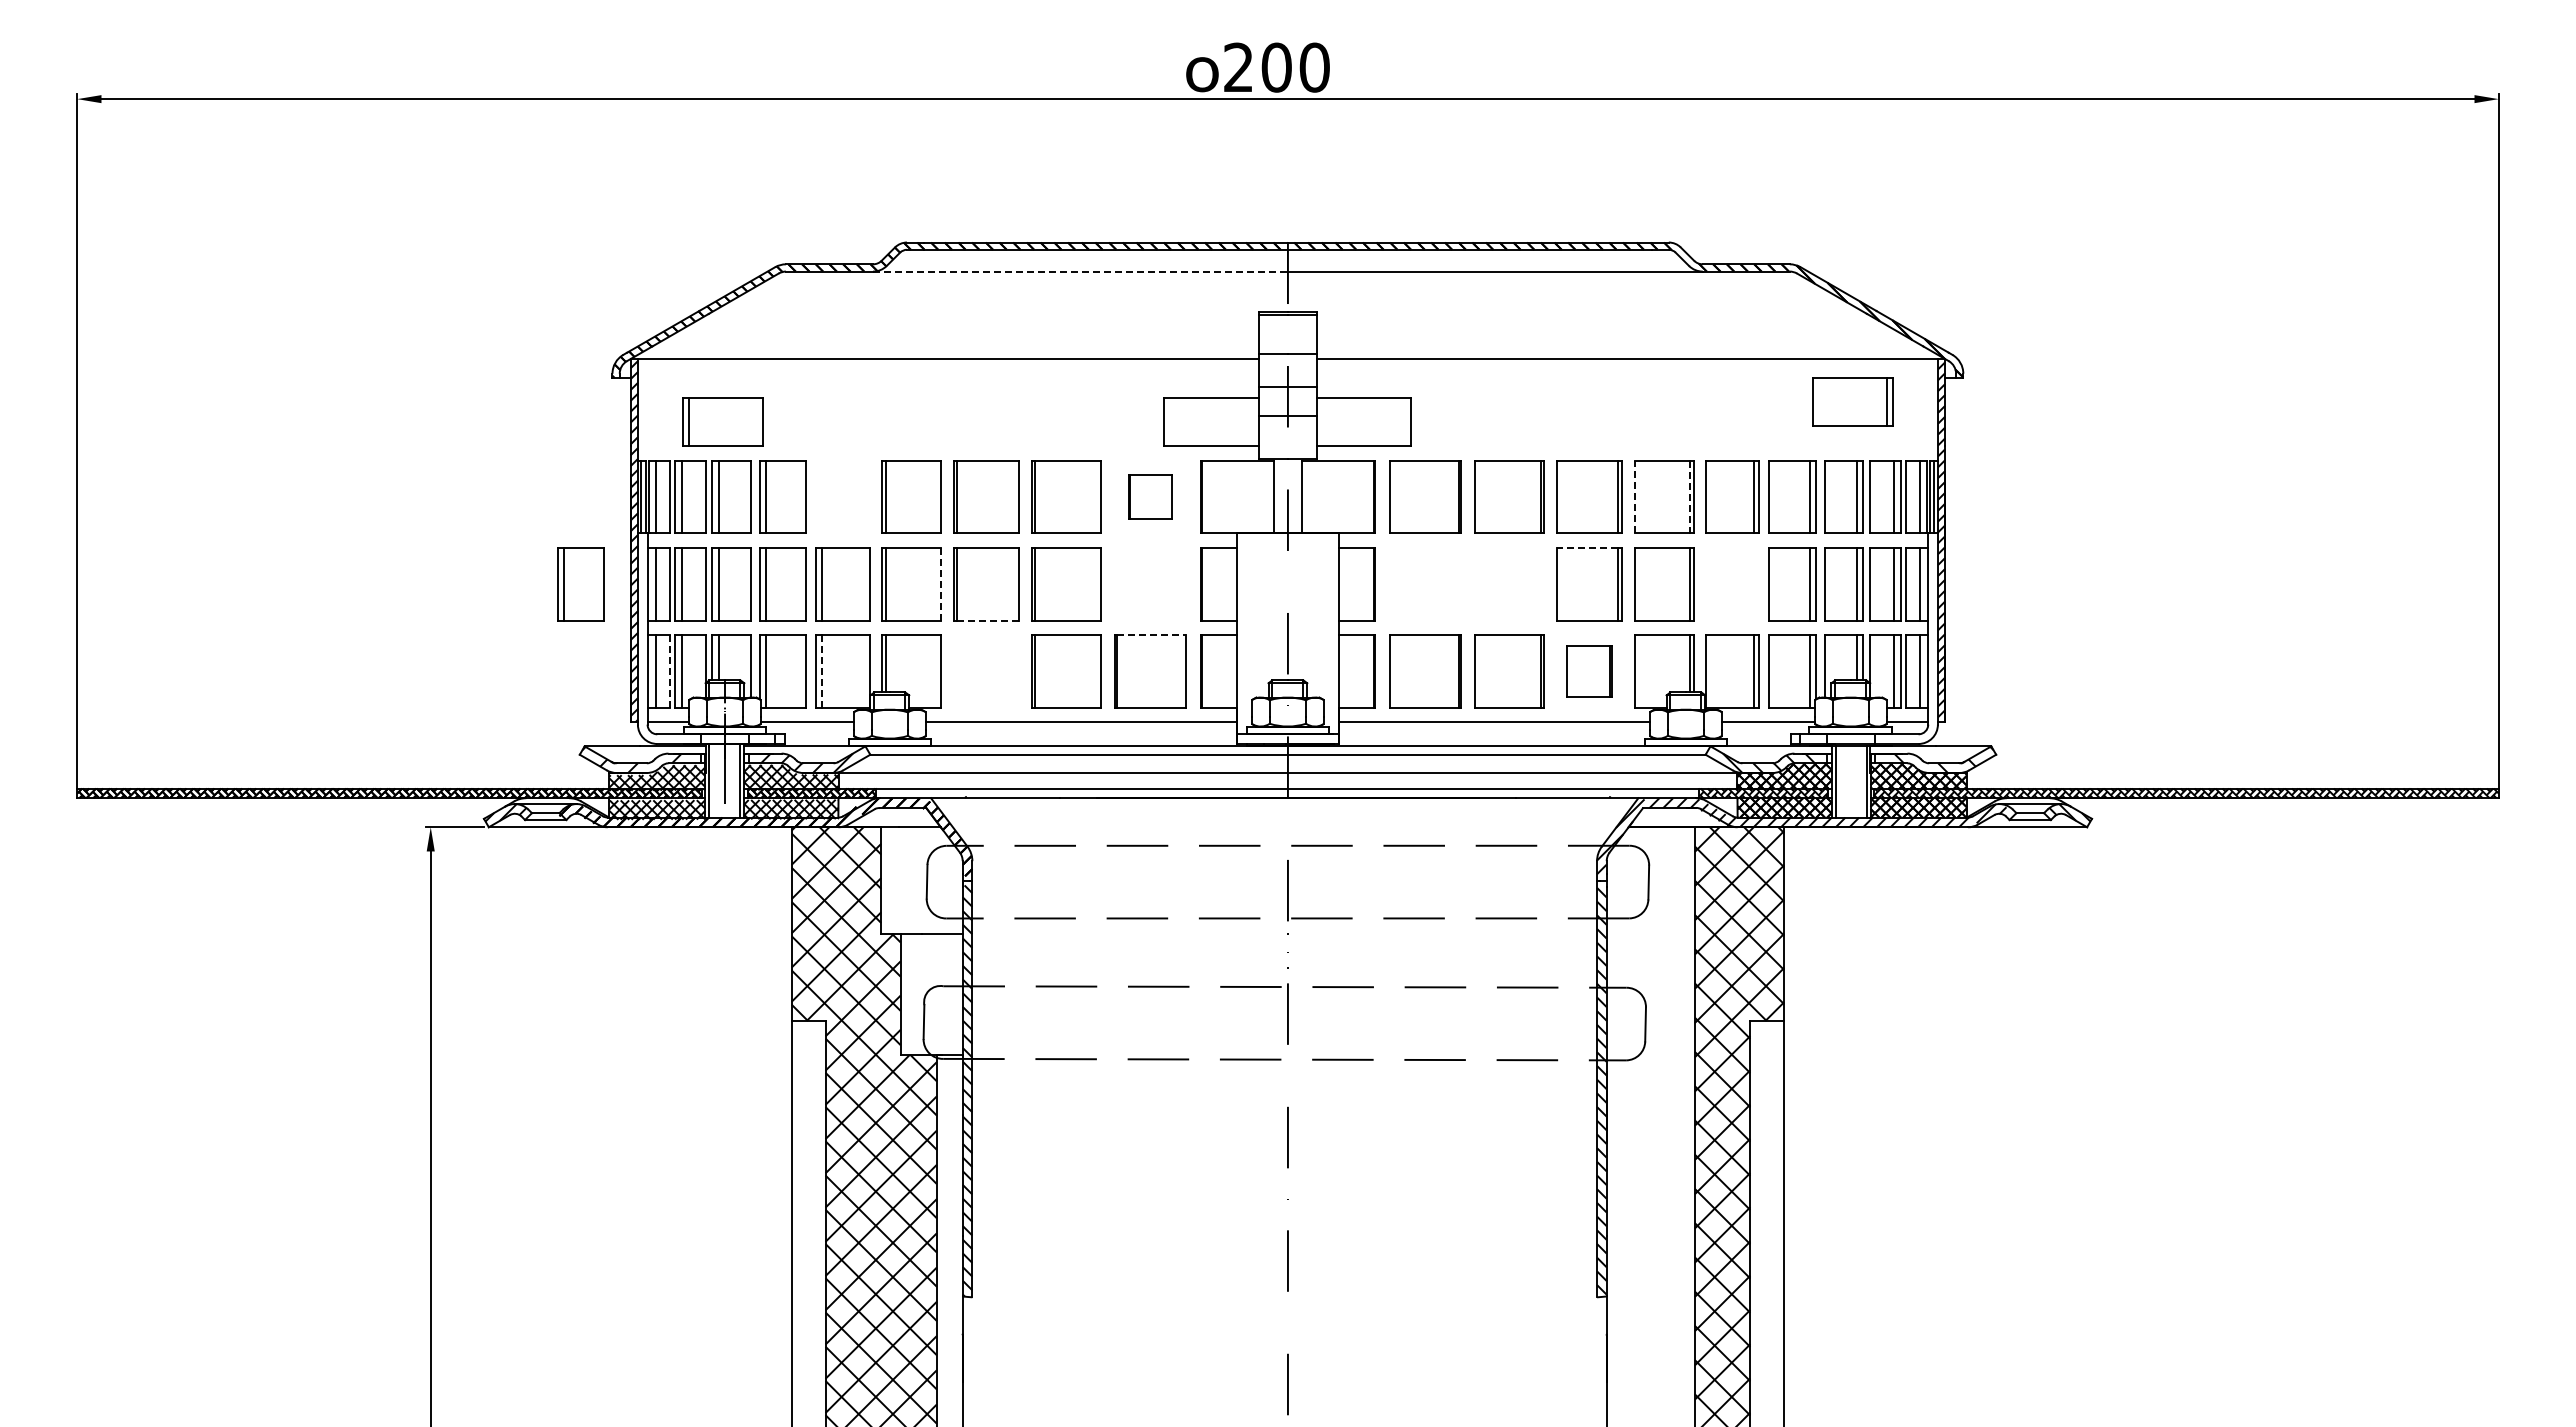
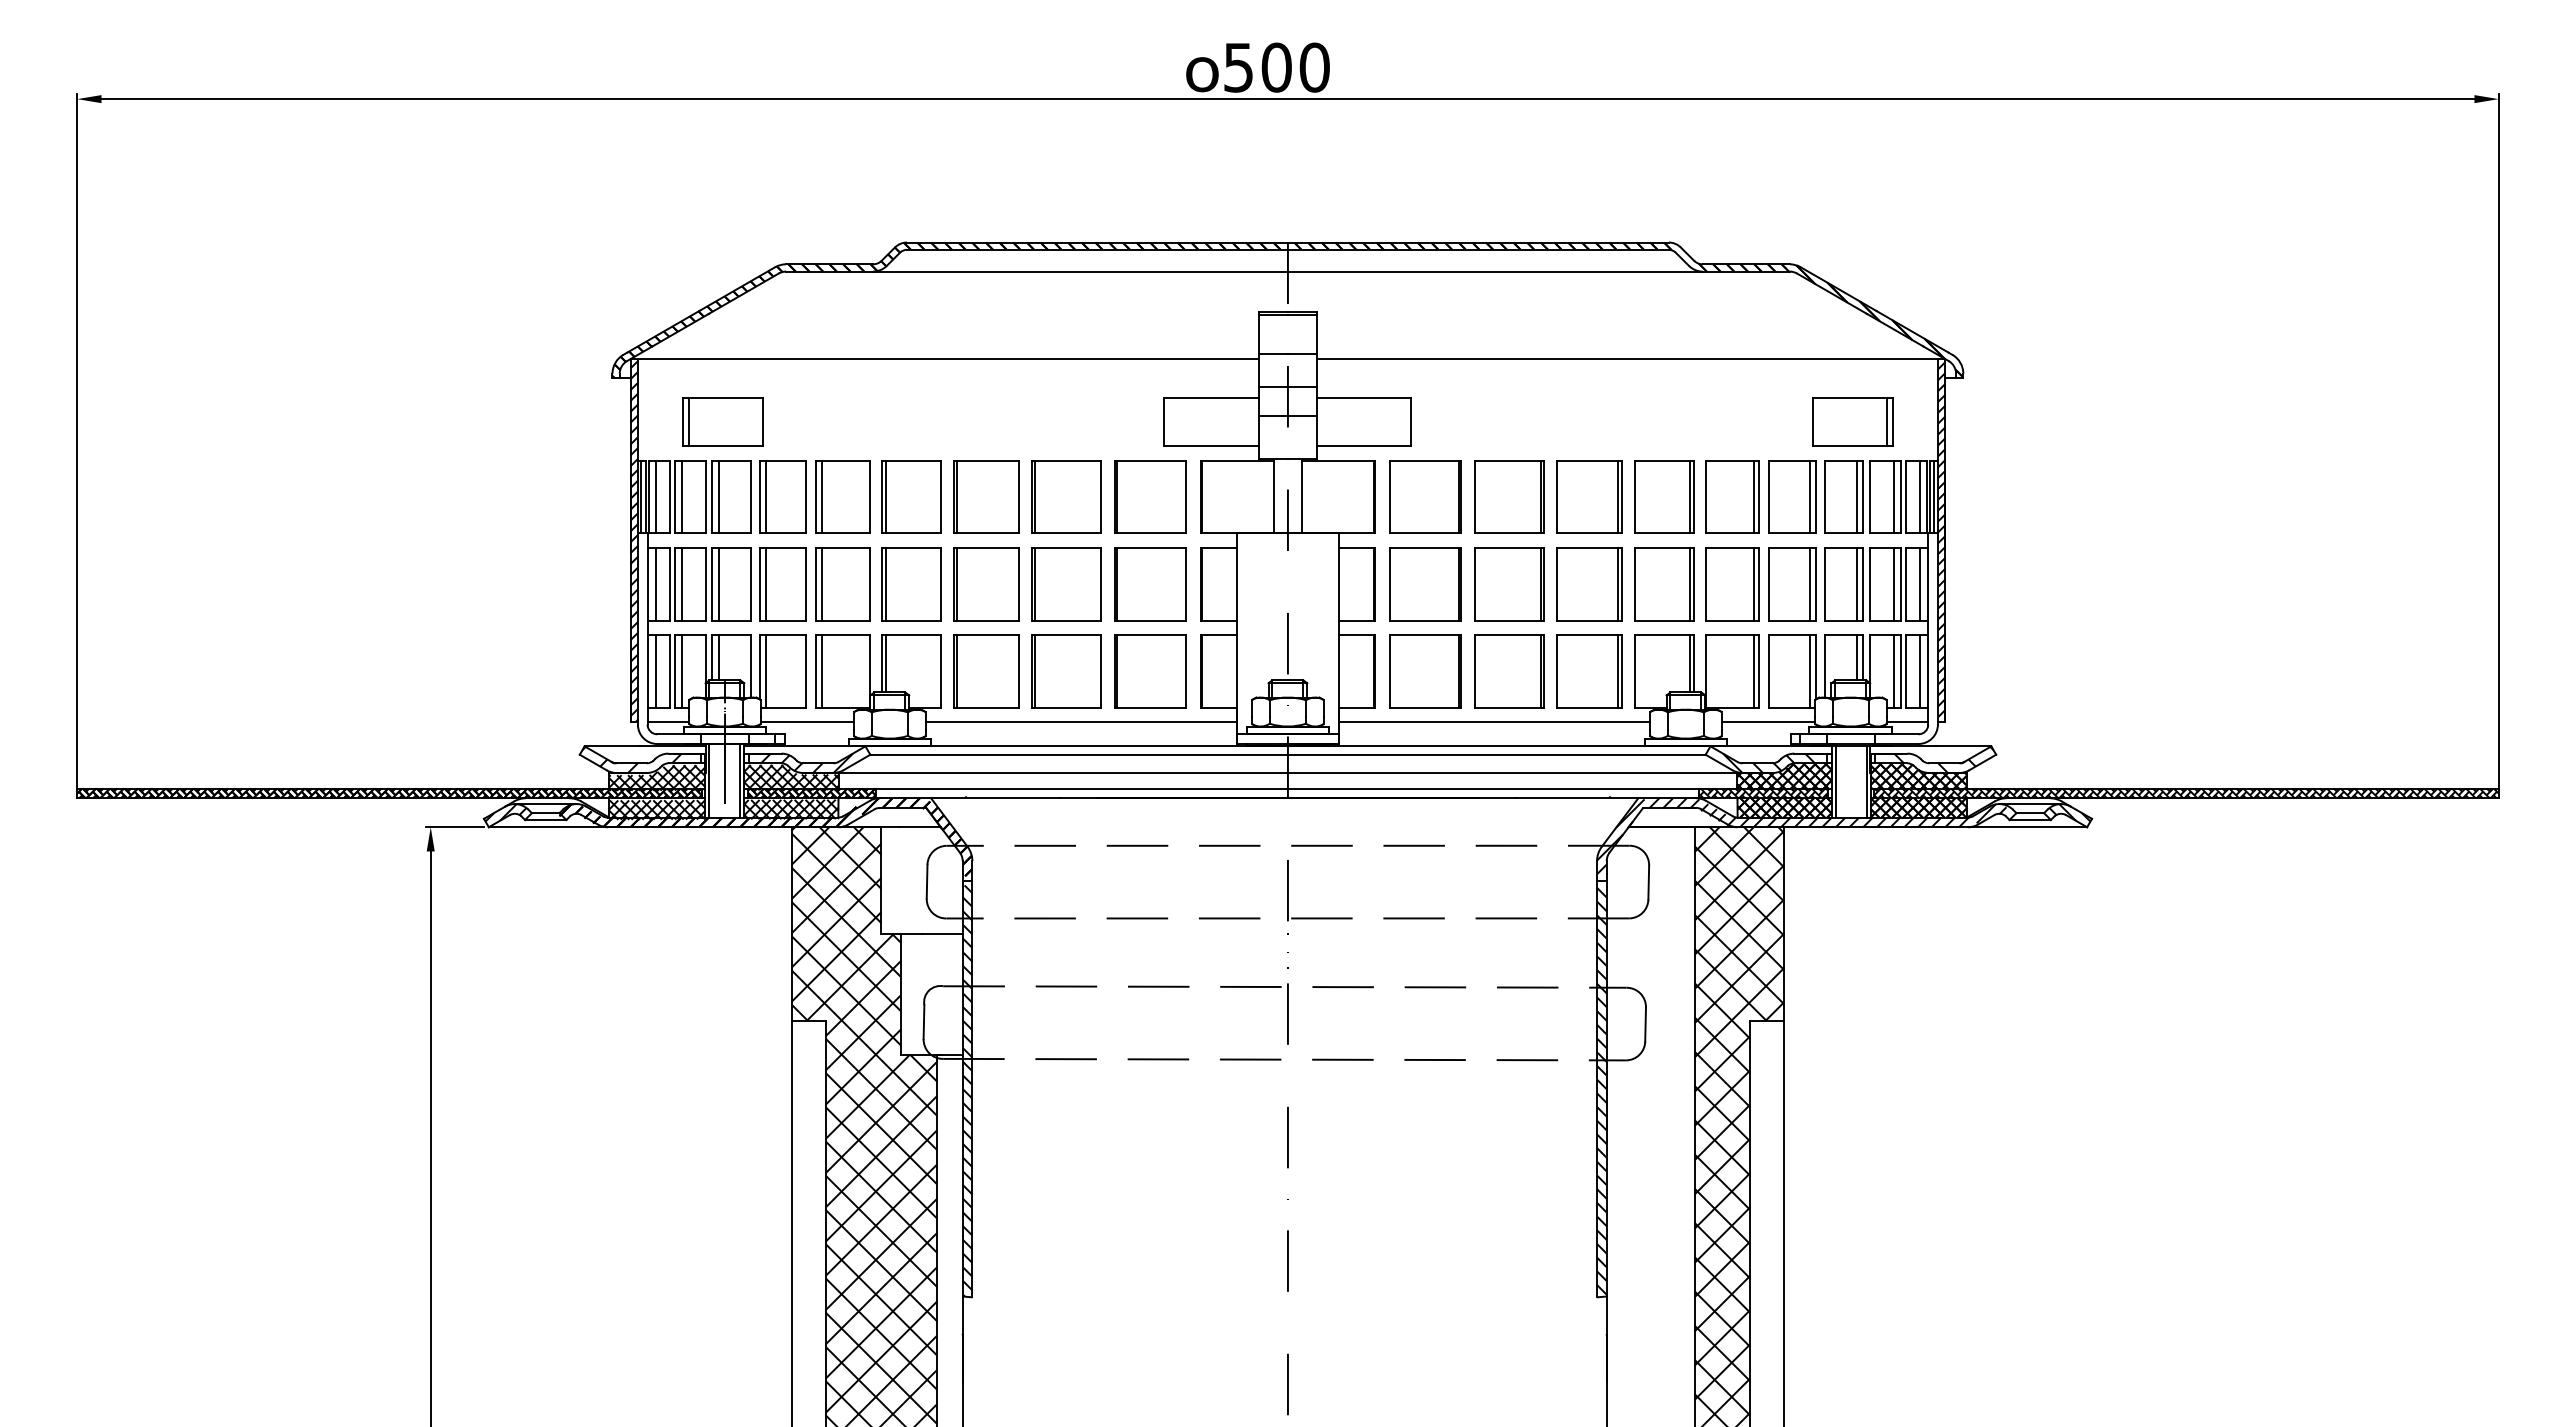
text at (1238, 67): 200 -> 500
line at (1081, 271): dashed -> solid
part at (1852, 401) position: (1852, 401) -> (1852, 421)
part at (842, 496): none -> present
part at (1150, 496) size: 45x46 px -> 73x74 px
line at (1634, 496): dashed -> solid
line at (1689, 497): dashed -> solid
line at (1587, 547): dashed -> solid
line at (941, 583): dashed -> solid
part at (580, 584): present -> none
part at (1150, 584): none -> present
part at (1425, 584): none -> present
part at (1509, 584): none -> present
part at (1732, 584): none -> present
line at (988, 620): dashed -> solid
line at (1151, 635): dashed -> solid
line at (670, 670): dashed -> solid
line at (821, 671): dashed -> solid
part at (986, 671): none -> present
part at (1589, 671) size: 47x53 px -> 67x75 px
